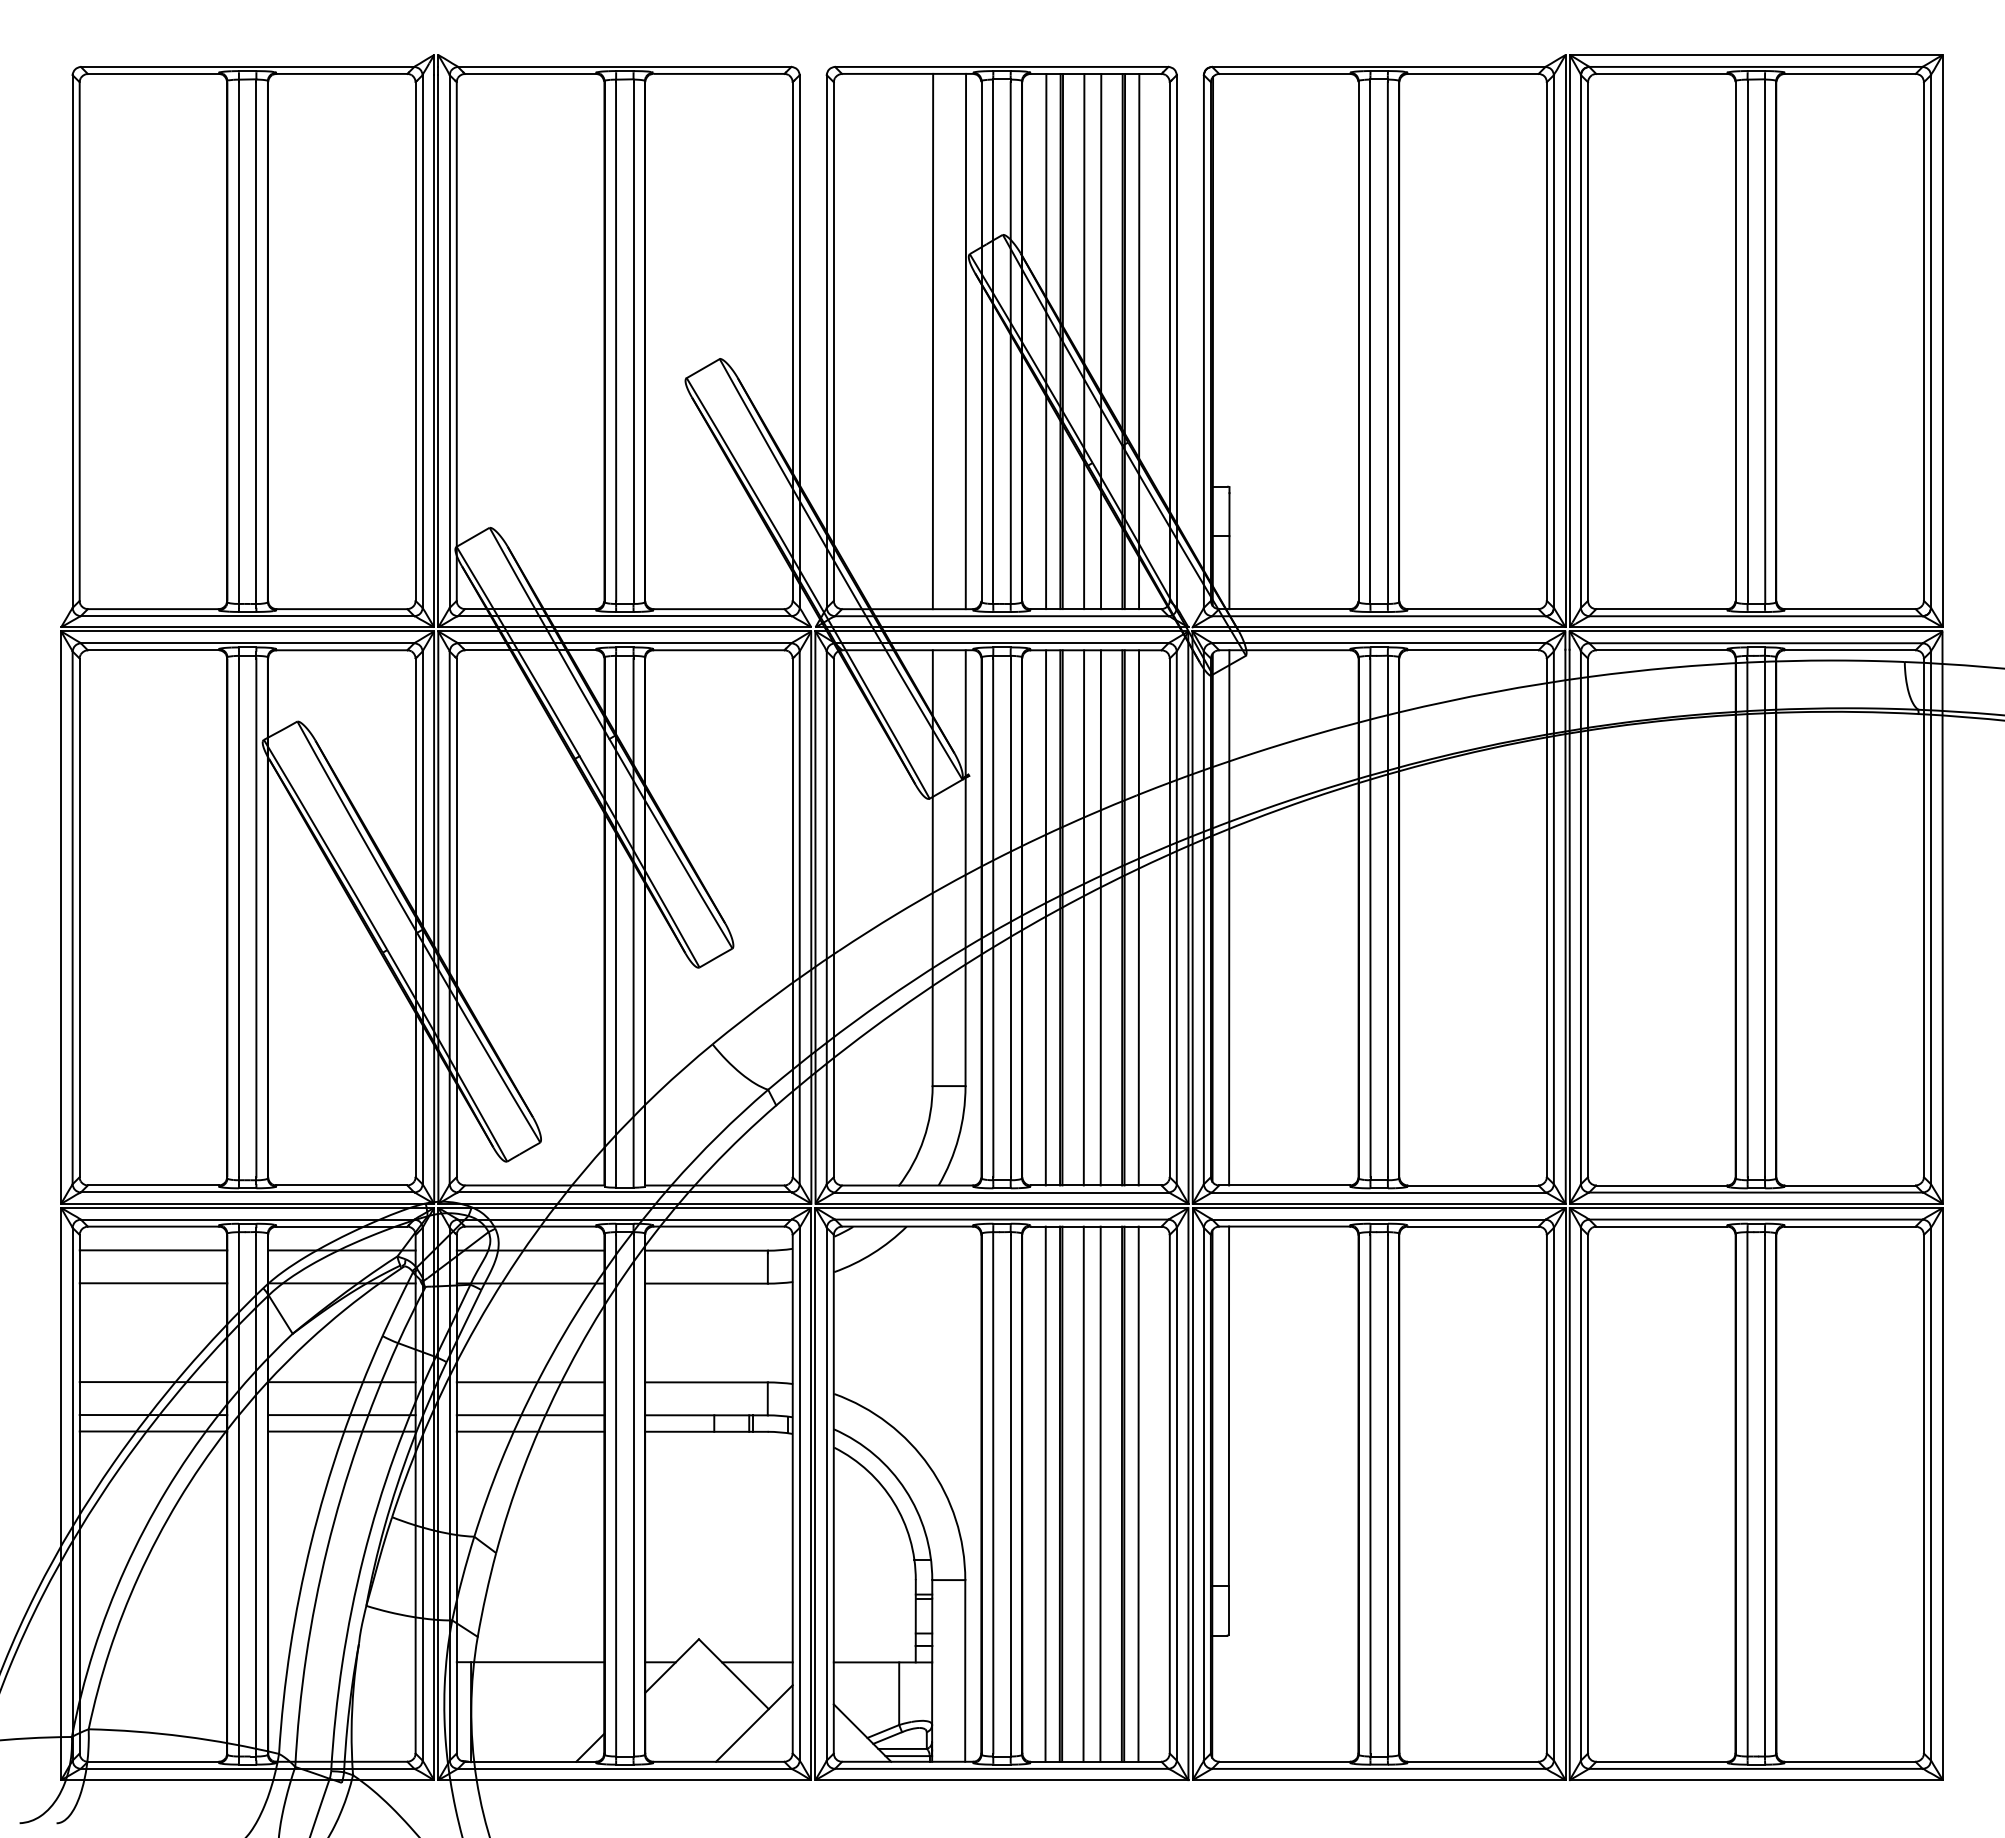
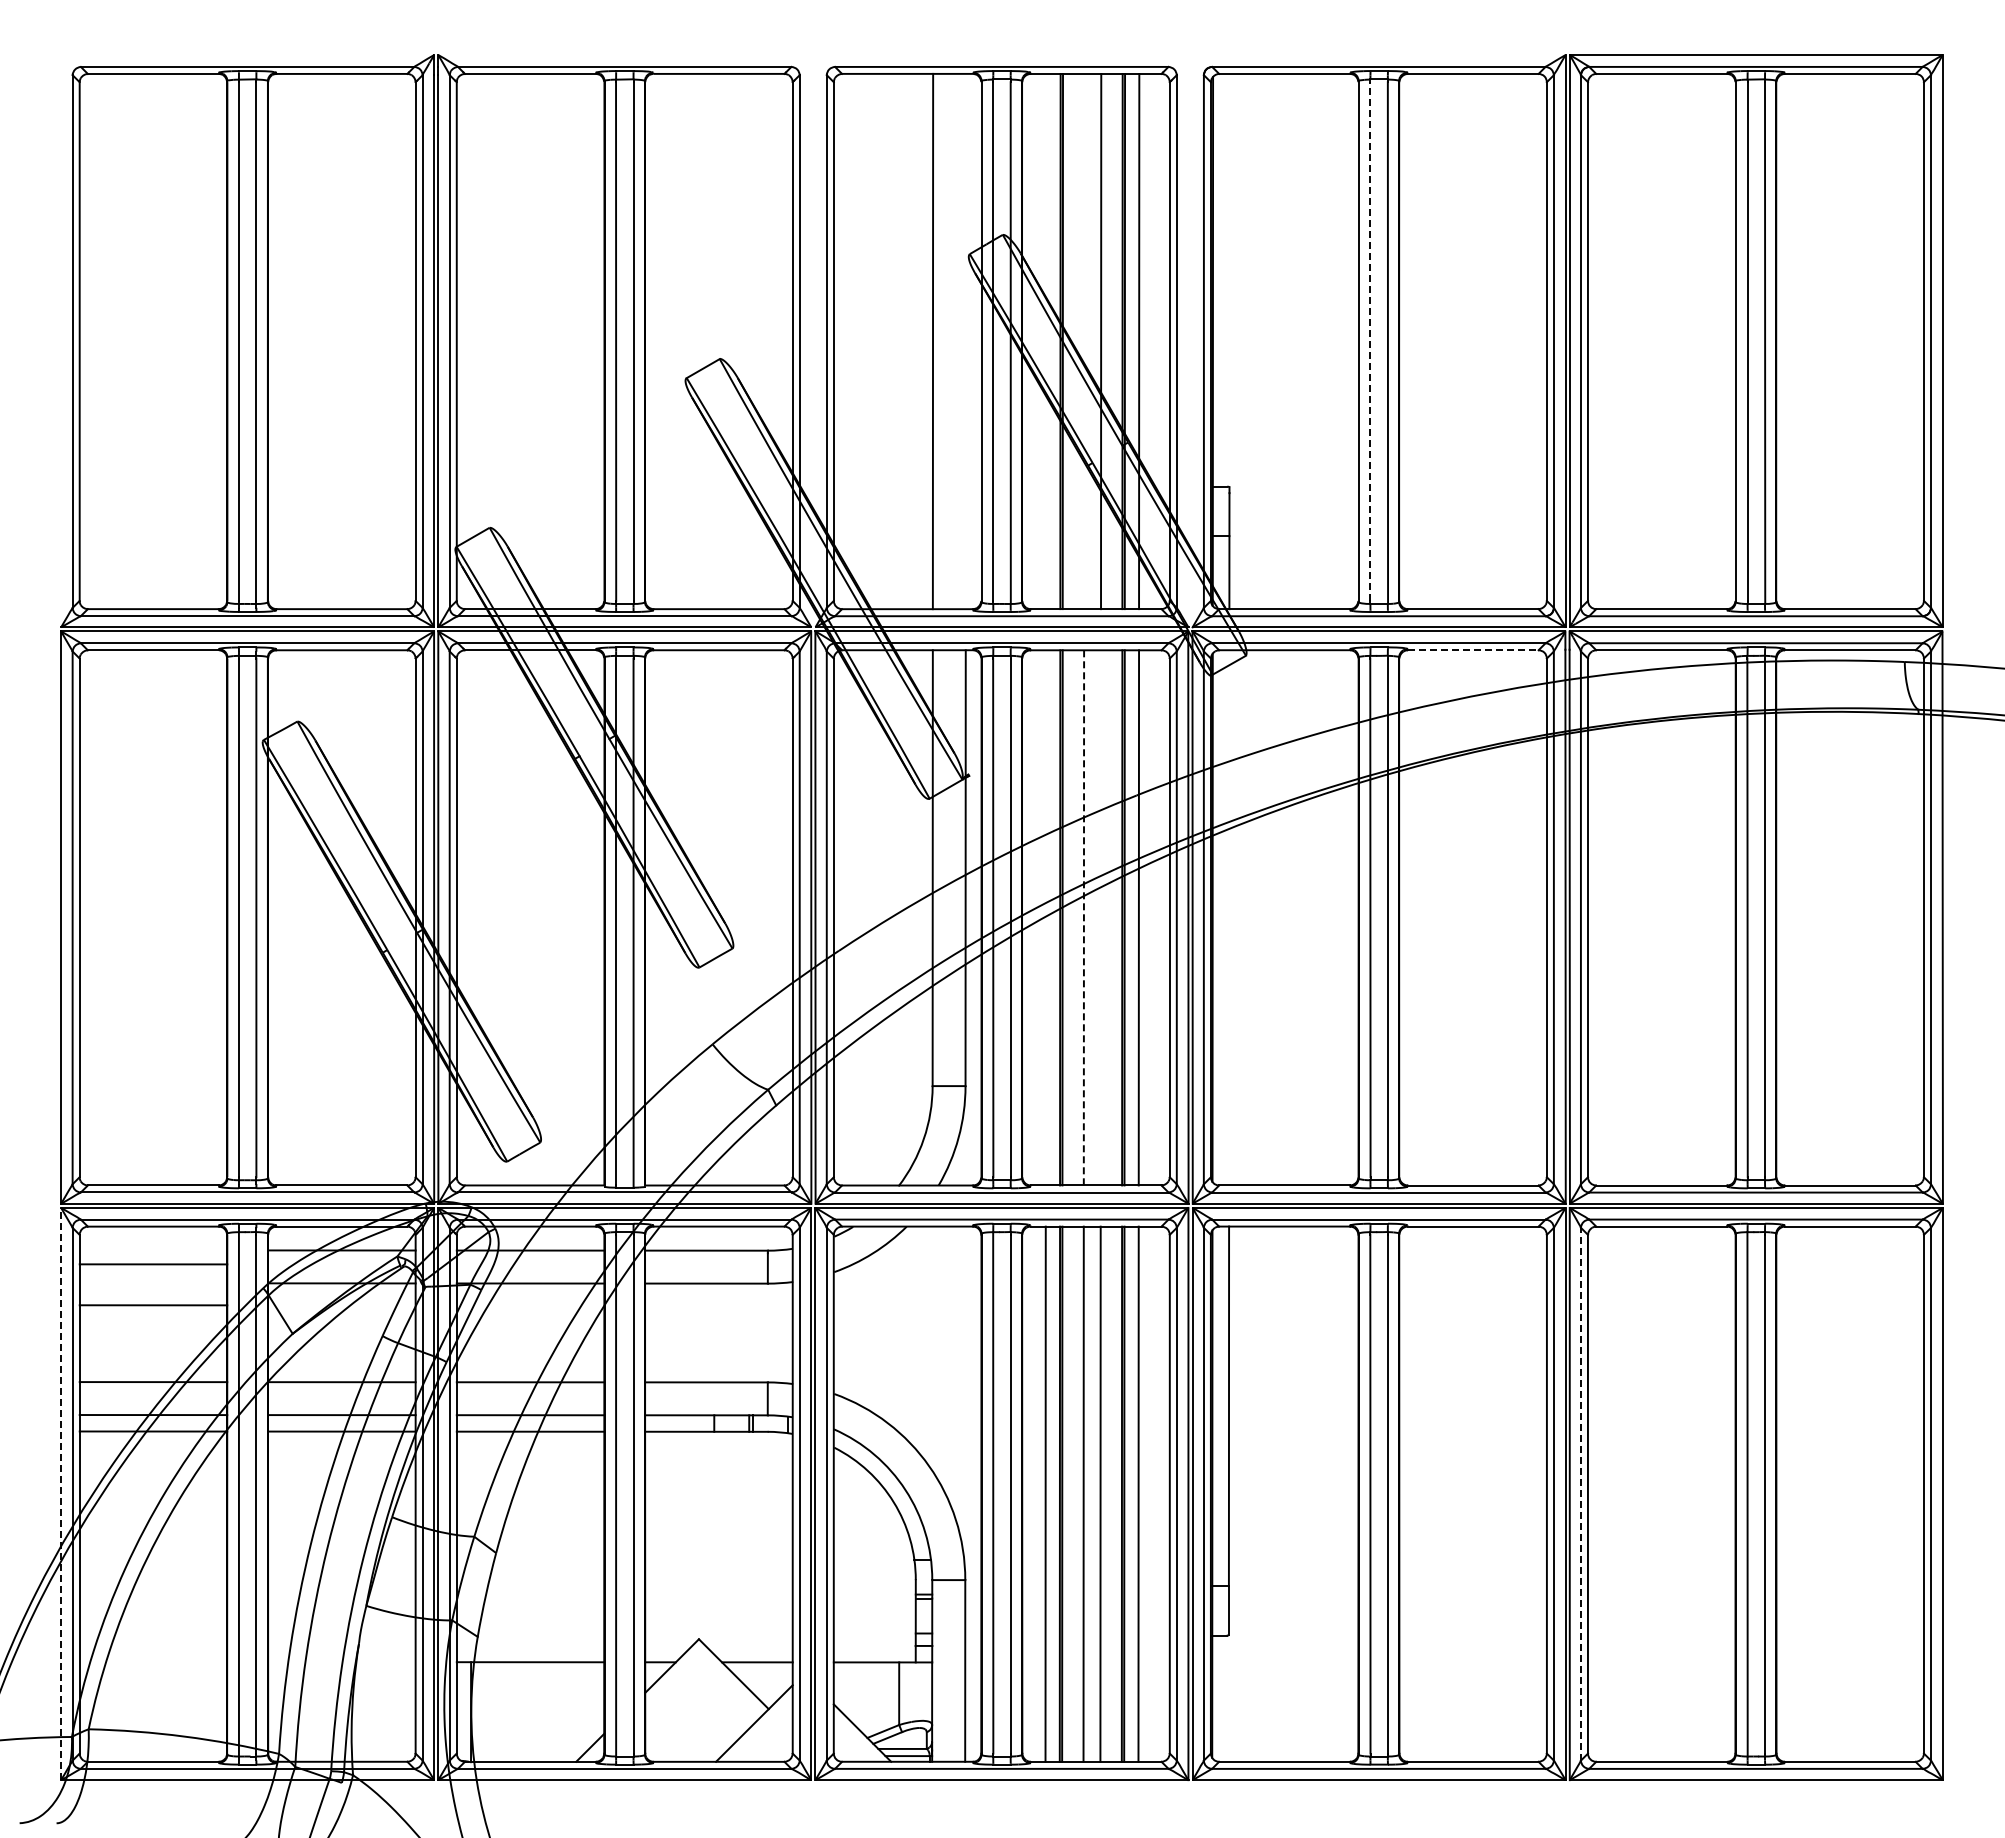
line at (965, 341): present -> none
line at (1046, 341): present -> none
line at (1084, 341): present -> none
line at (1370, 341): solid -> dashed
line at (1473, 650): solid -> dashed
line at (1045, 917): present -> none
line at (1083, 917): solid -> dashed
line at (1100, 917): present -> none
line at (1229, 917): present -> none
line at (153, 1250) position: (153, 1250) -> (153, 1264)
line at (153, 1283) position: (153, 1283) -> (153, 1305)
line at (61, 1493): solid -> dashed
line at (1580, 1493): solid -> dashed
